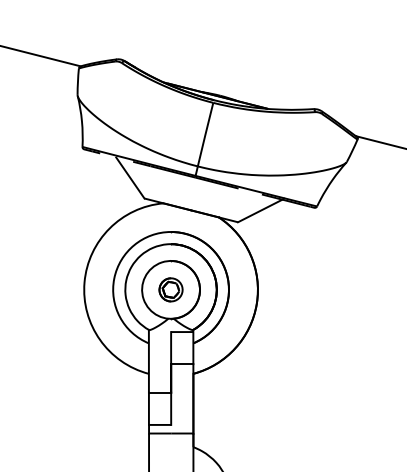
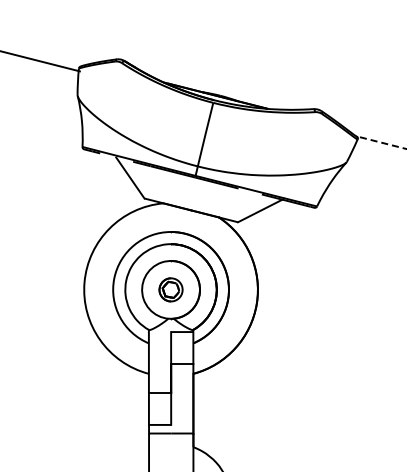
line at (41, 56) position: (41, 56) -> (40, 61)
line at (381, 142): solid -> dashed
